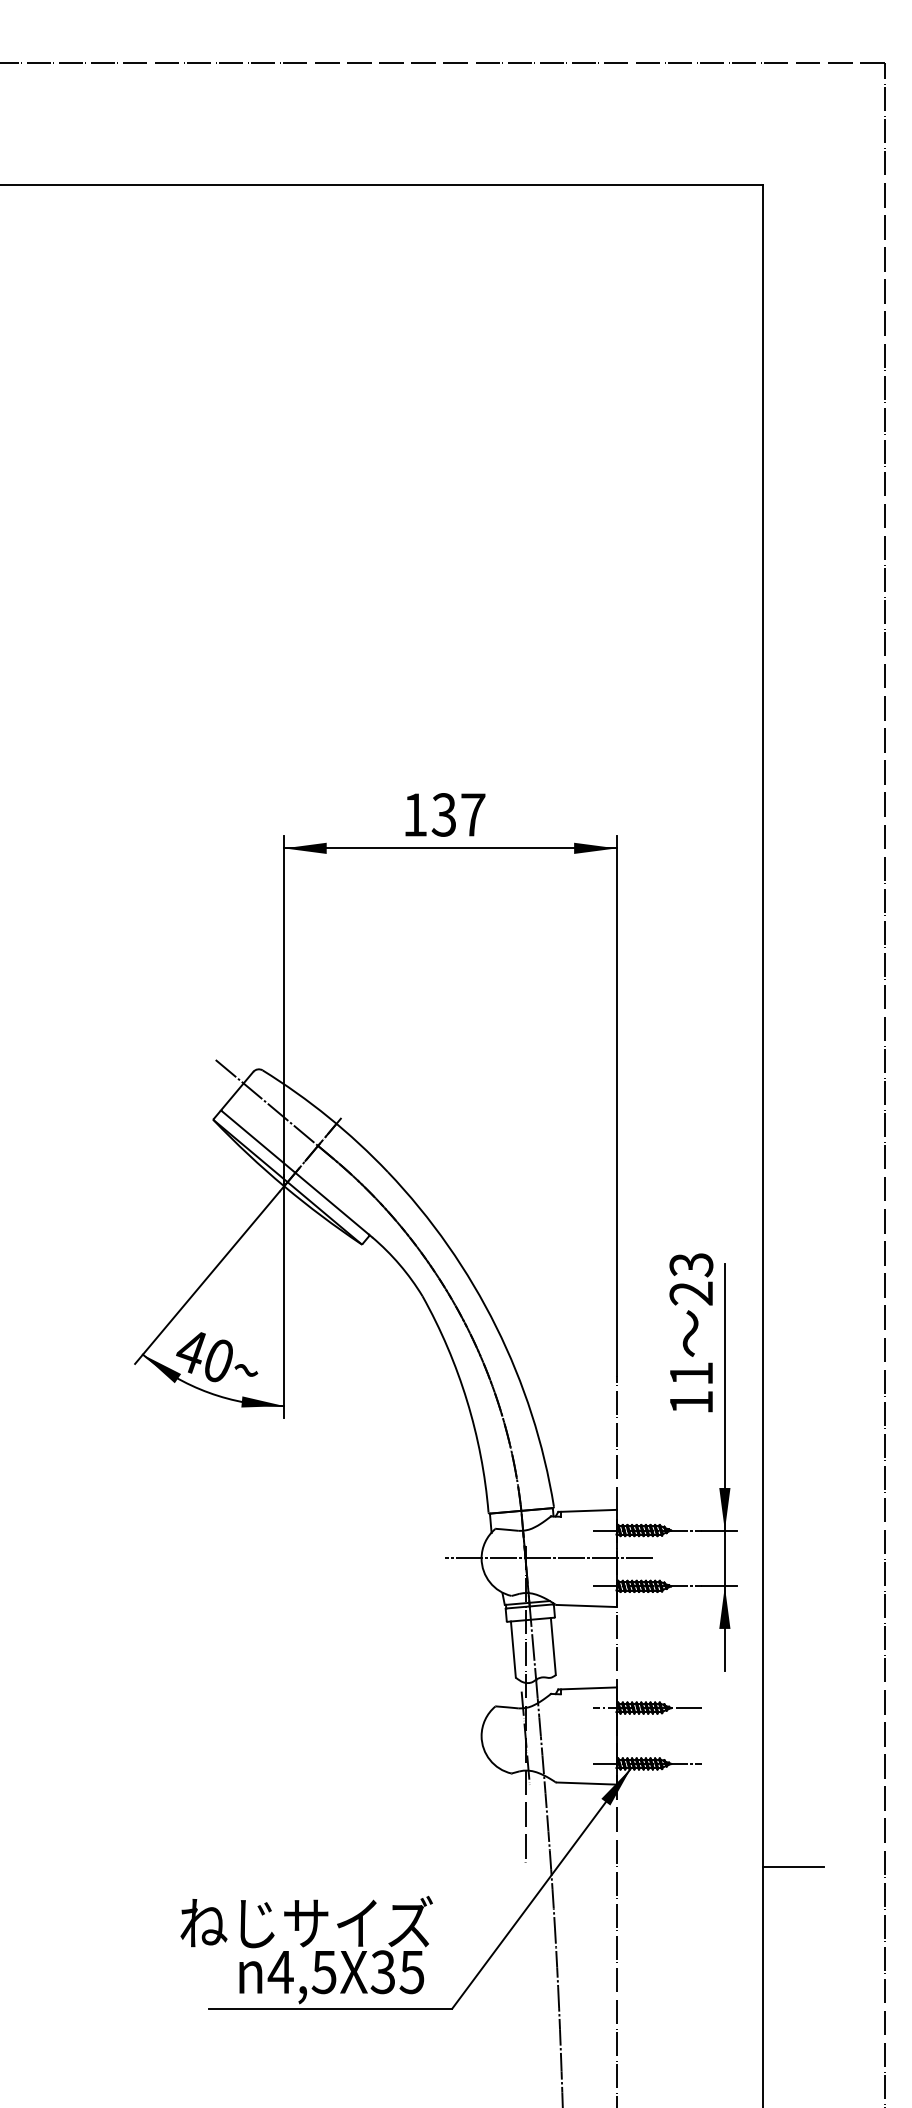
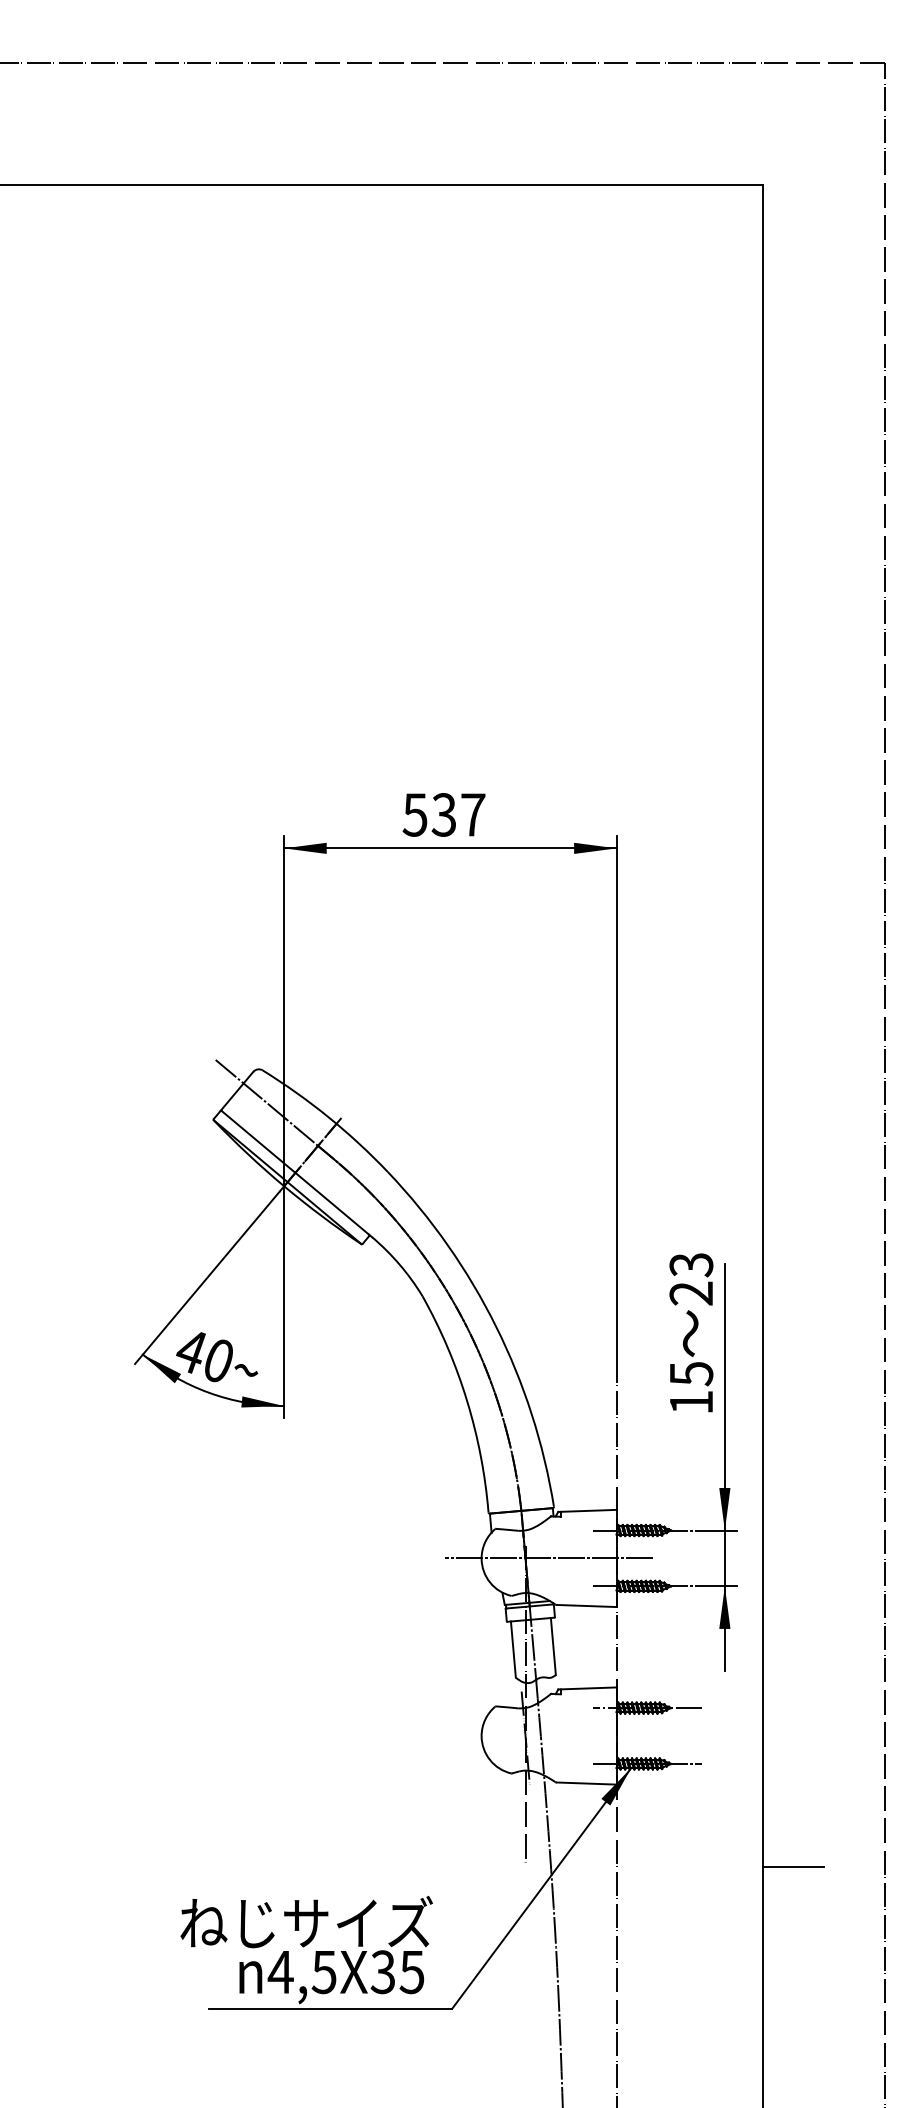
text at (414, 814): 137 -> 537
text at (691, 1374): 11 -> 15
